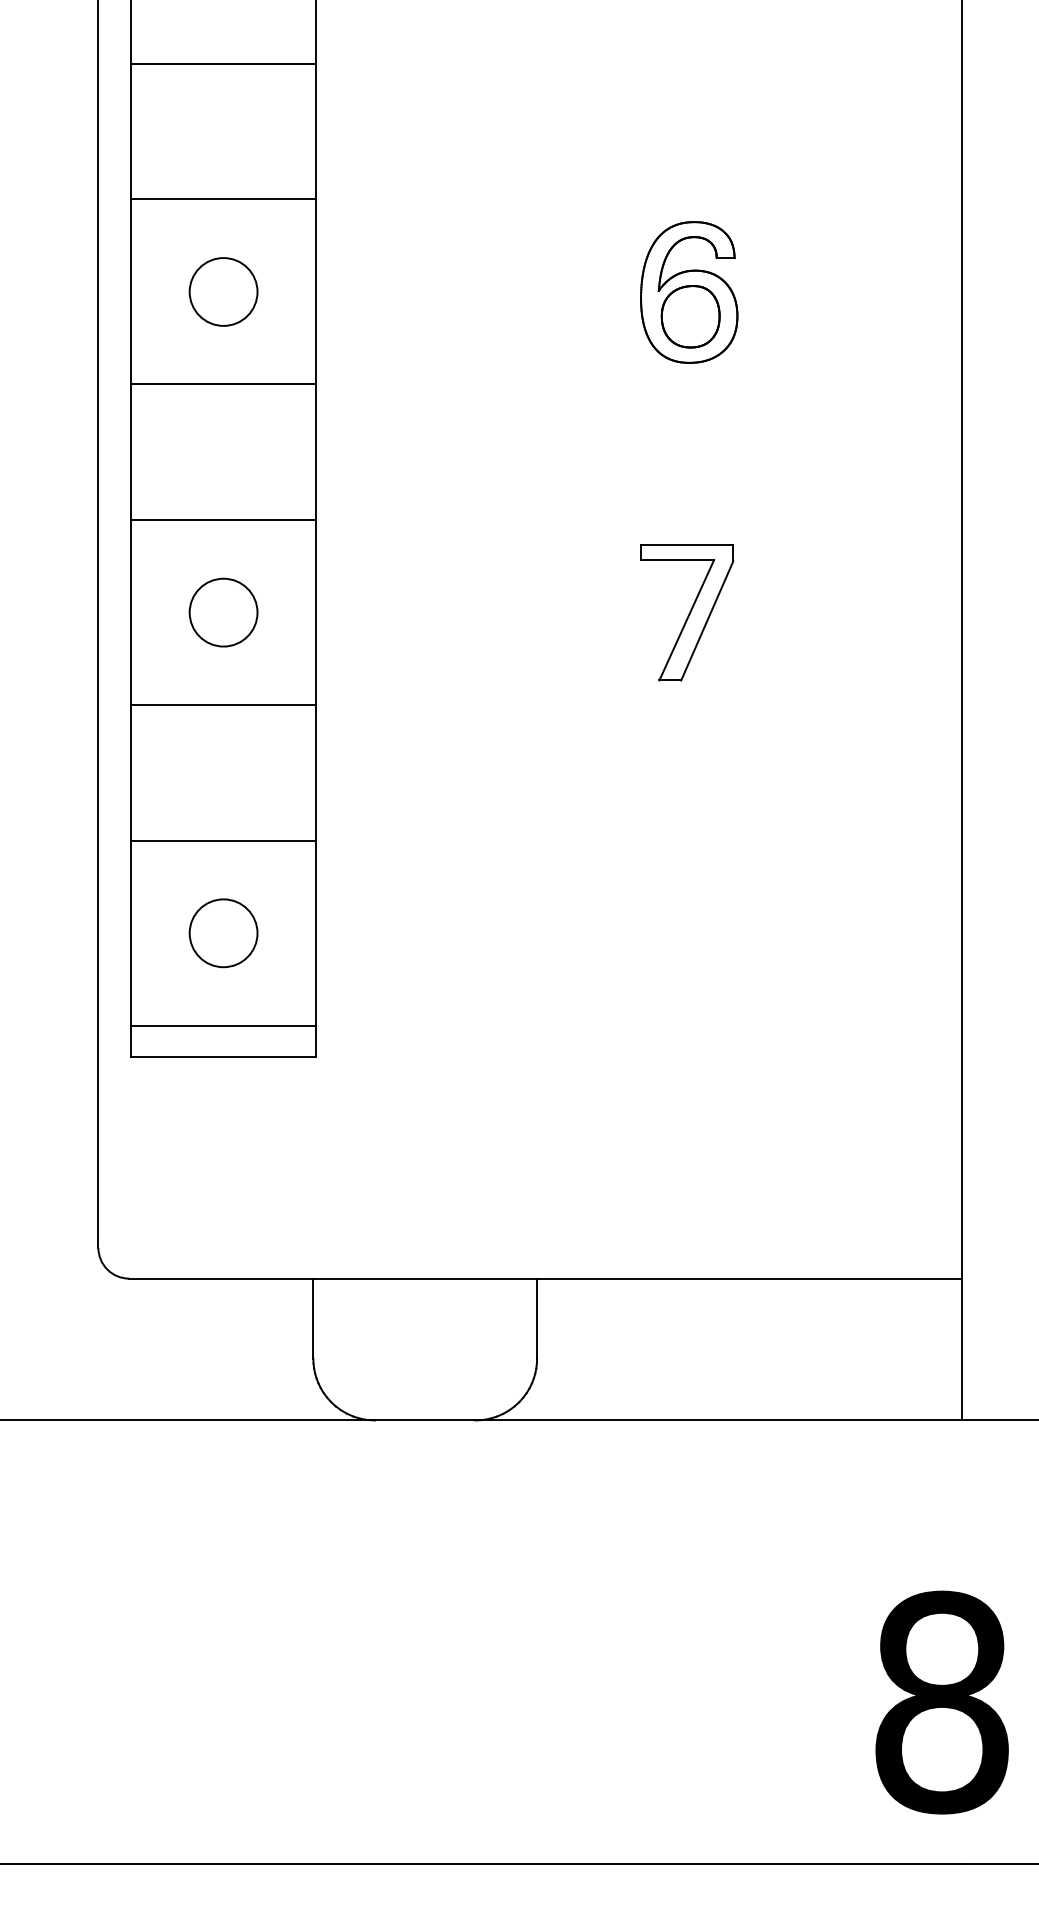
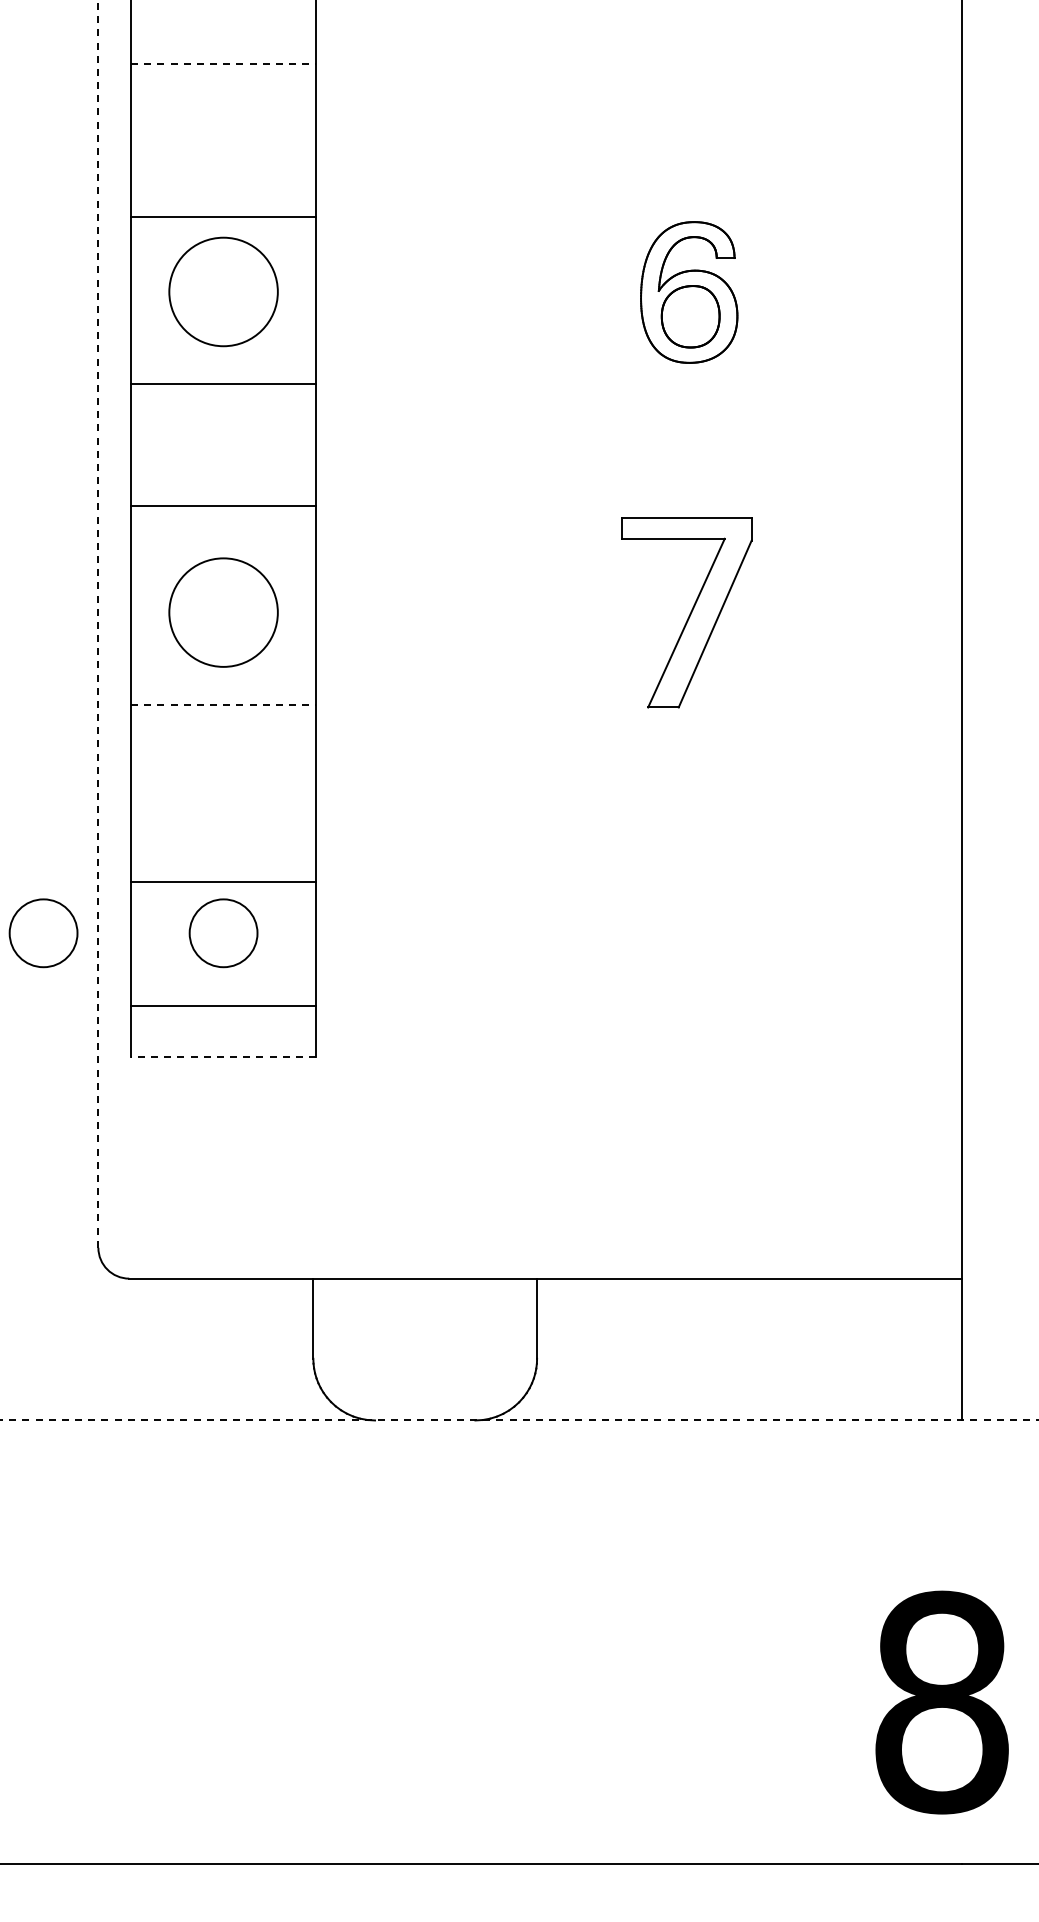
line at (224, 63): solid -> dashed
line at (223, 199) position: (223, 199) -> (223, 217)
circle at (223, 291) diameter: 68 px -> 109 px
line at (223, 520) position: (223, 520) -> (223, 506)
circle at (223, 612) diameter: 68 px -> 109 px
part at (687, 612) size: 95x138 px -> 132x192 px
line at (98, 624): solid -> dashed
line at (224, 705): solid -> dashed
line at (223, 840) position: (223, 840) -> (223, 881)
circle at (43, 933): none -> present
line at (223, 1025) position: (223, 1025) -> (223, 1005)
line at (223, 1056): solid -> dashed
line at (519, 1420): solid -> dashed
